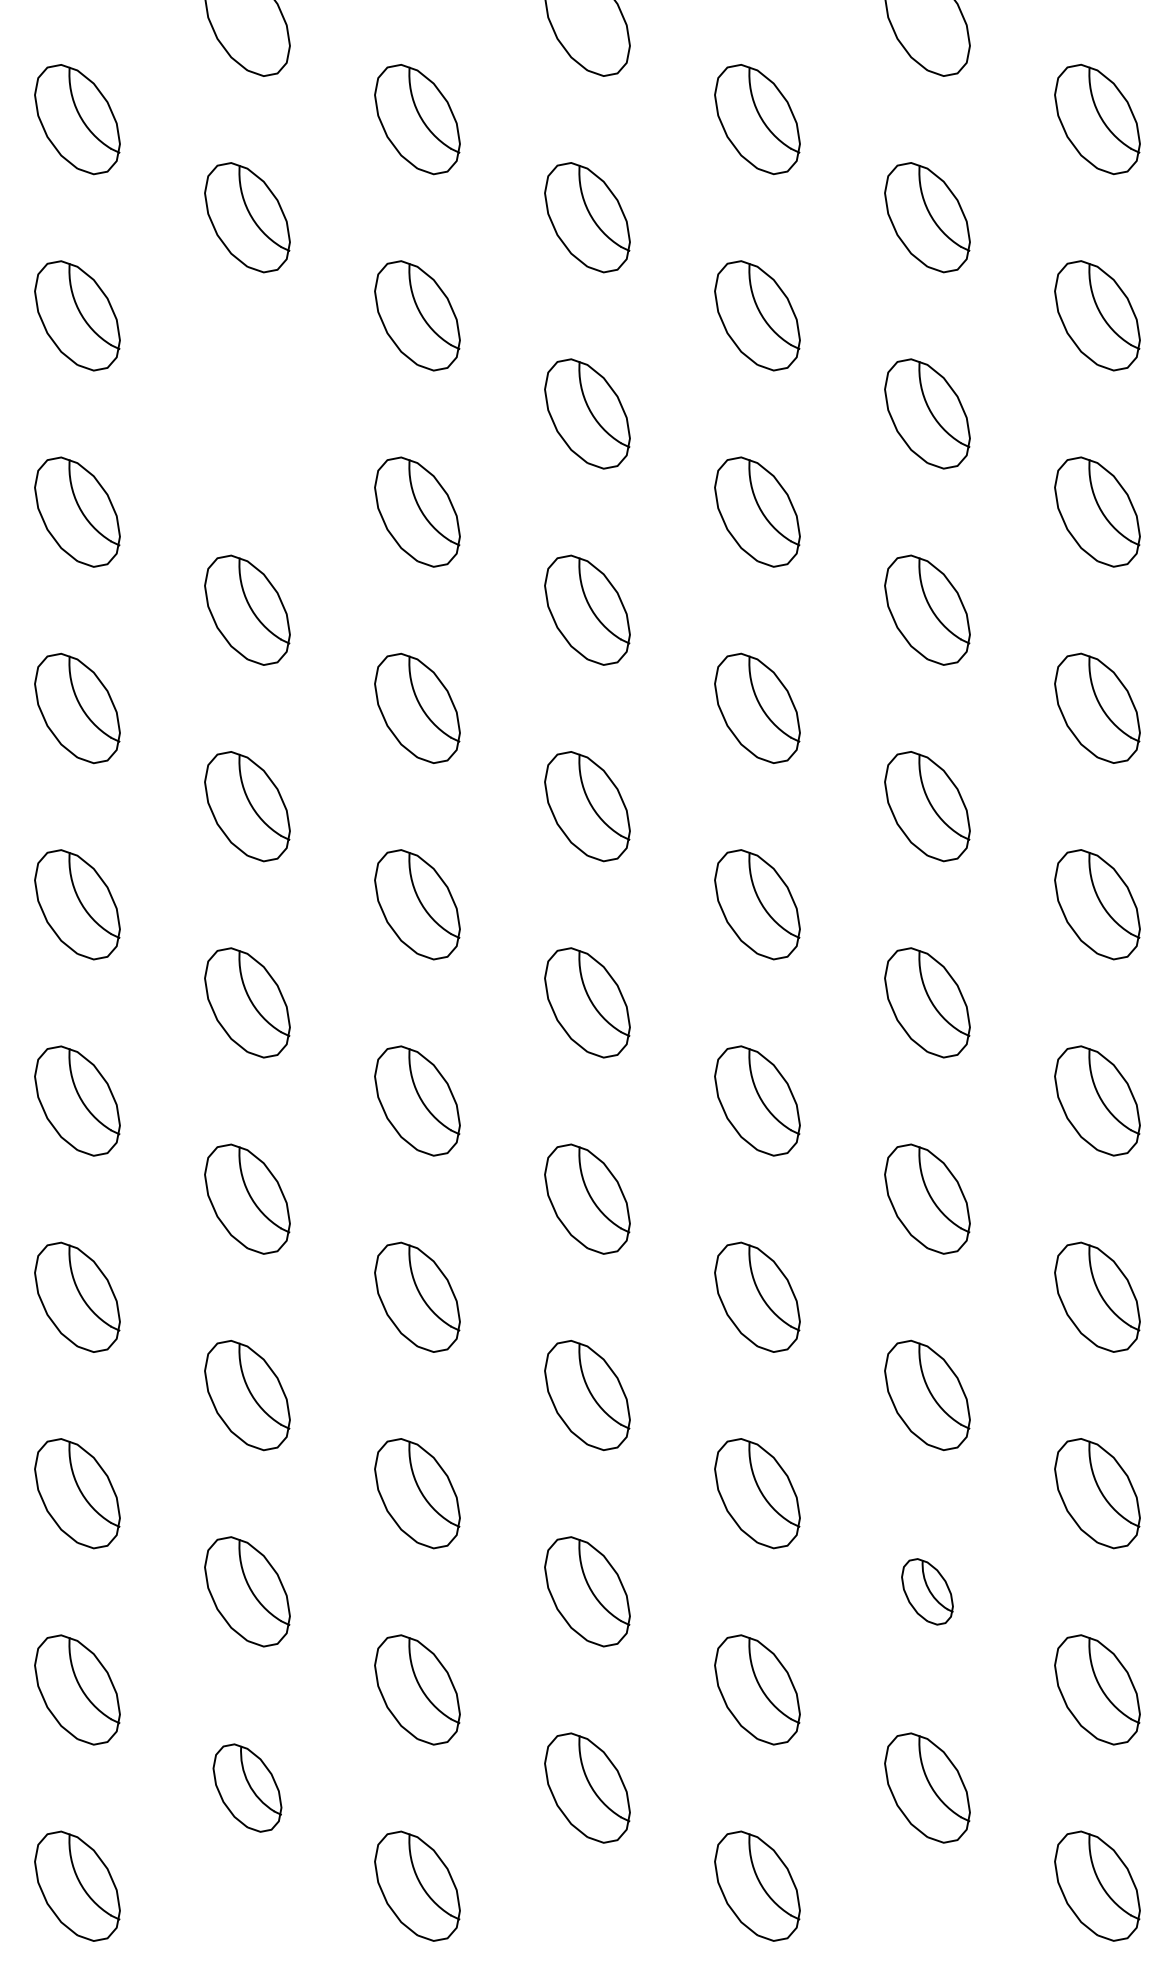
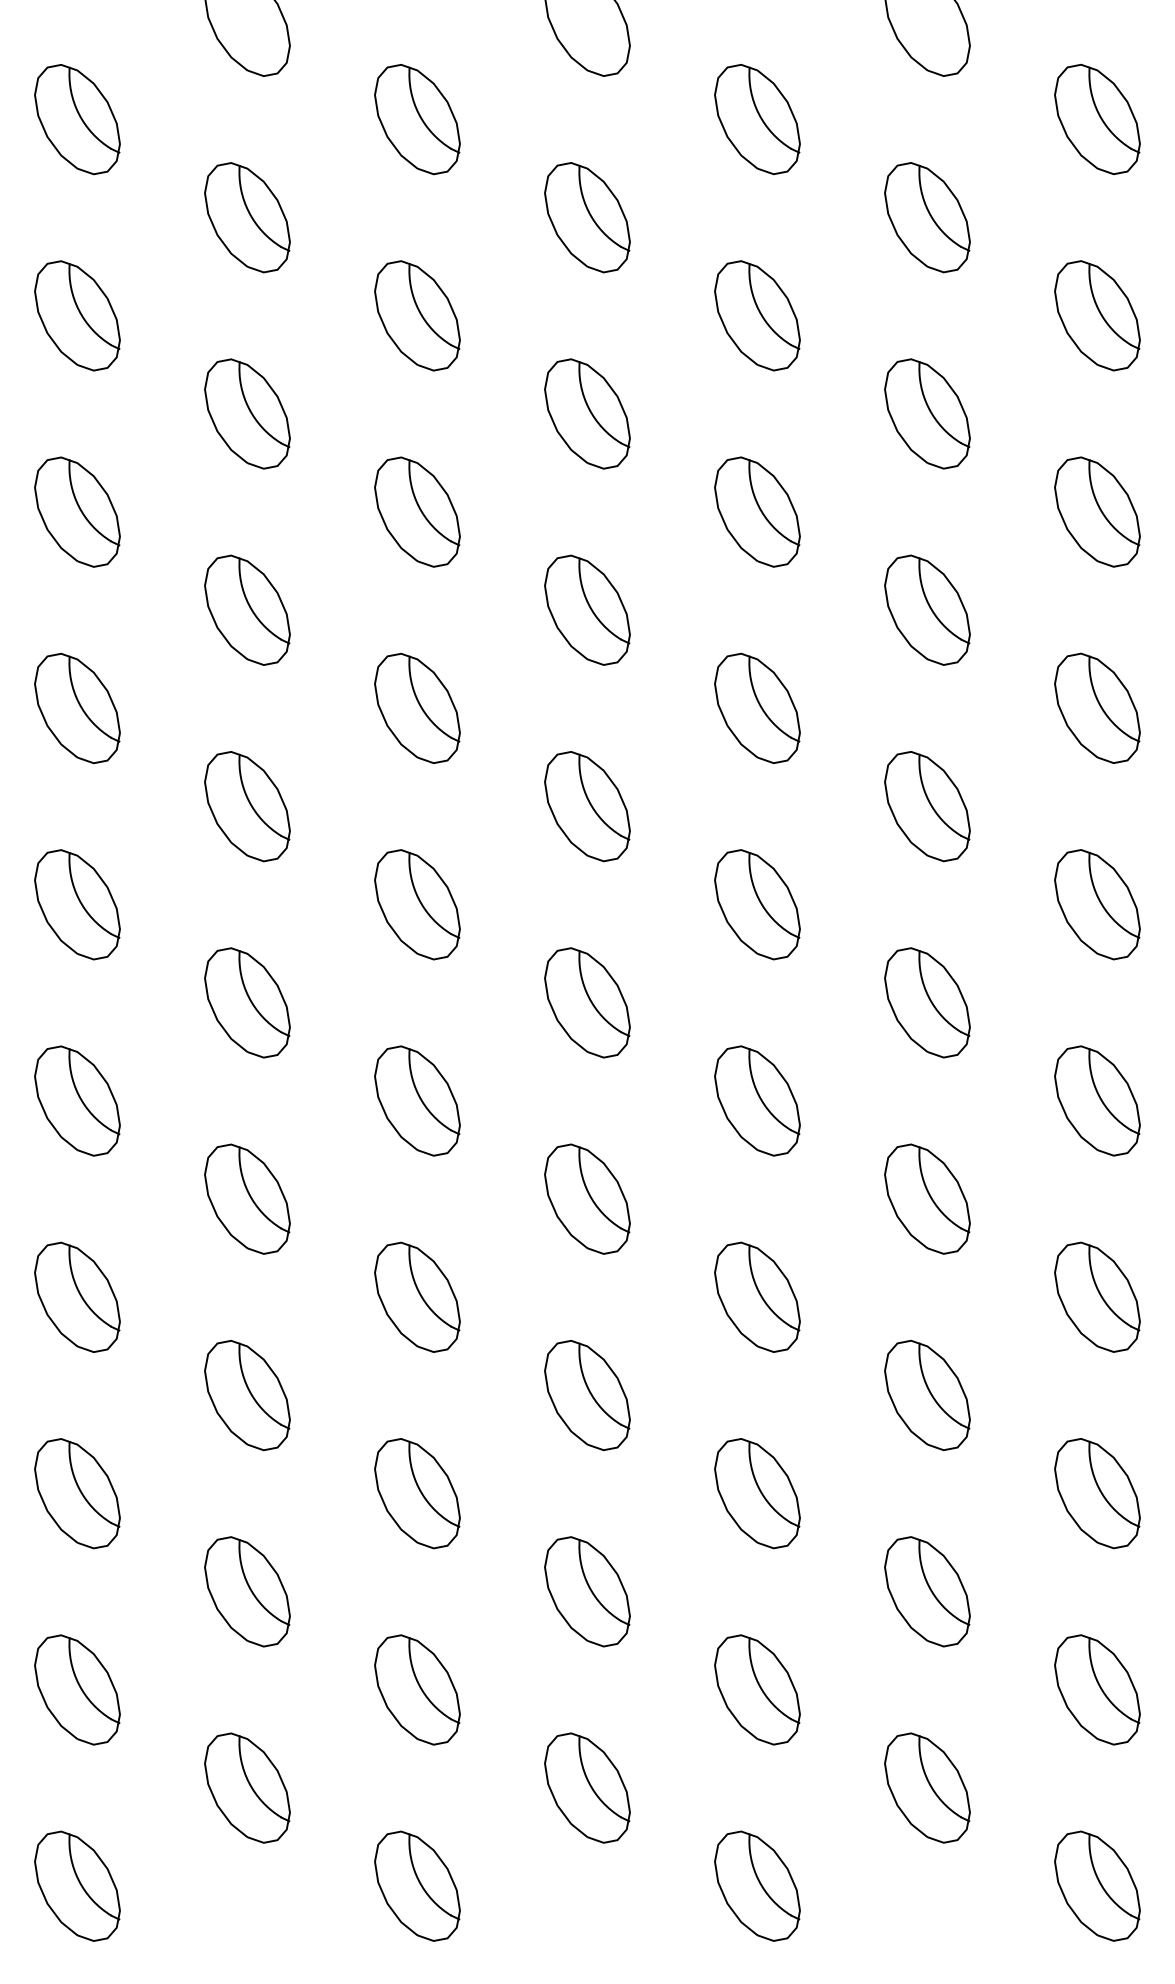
part at (247, 413): none -> present
part at (927, 1591) size: 53x68 px -> 87x112 px
part at (247, 1787) size: 71x90 px -> 87x112 px
